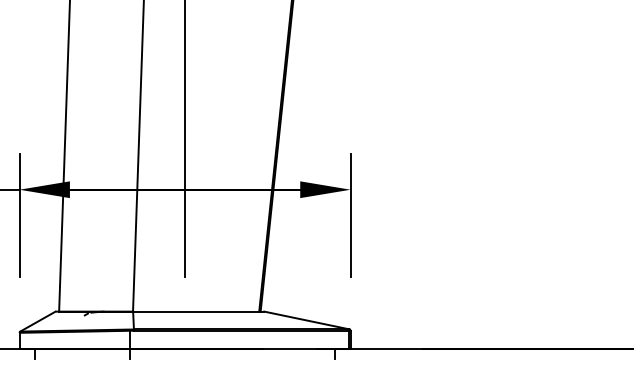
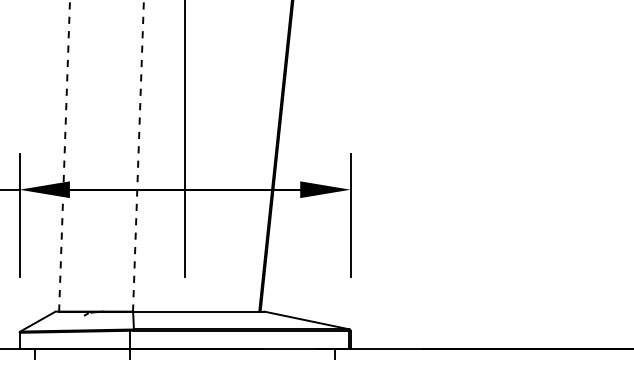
line at (64, 155): solid -> dashed
line at (138, 156): solid -> dashed
